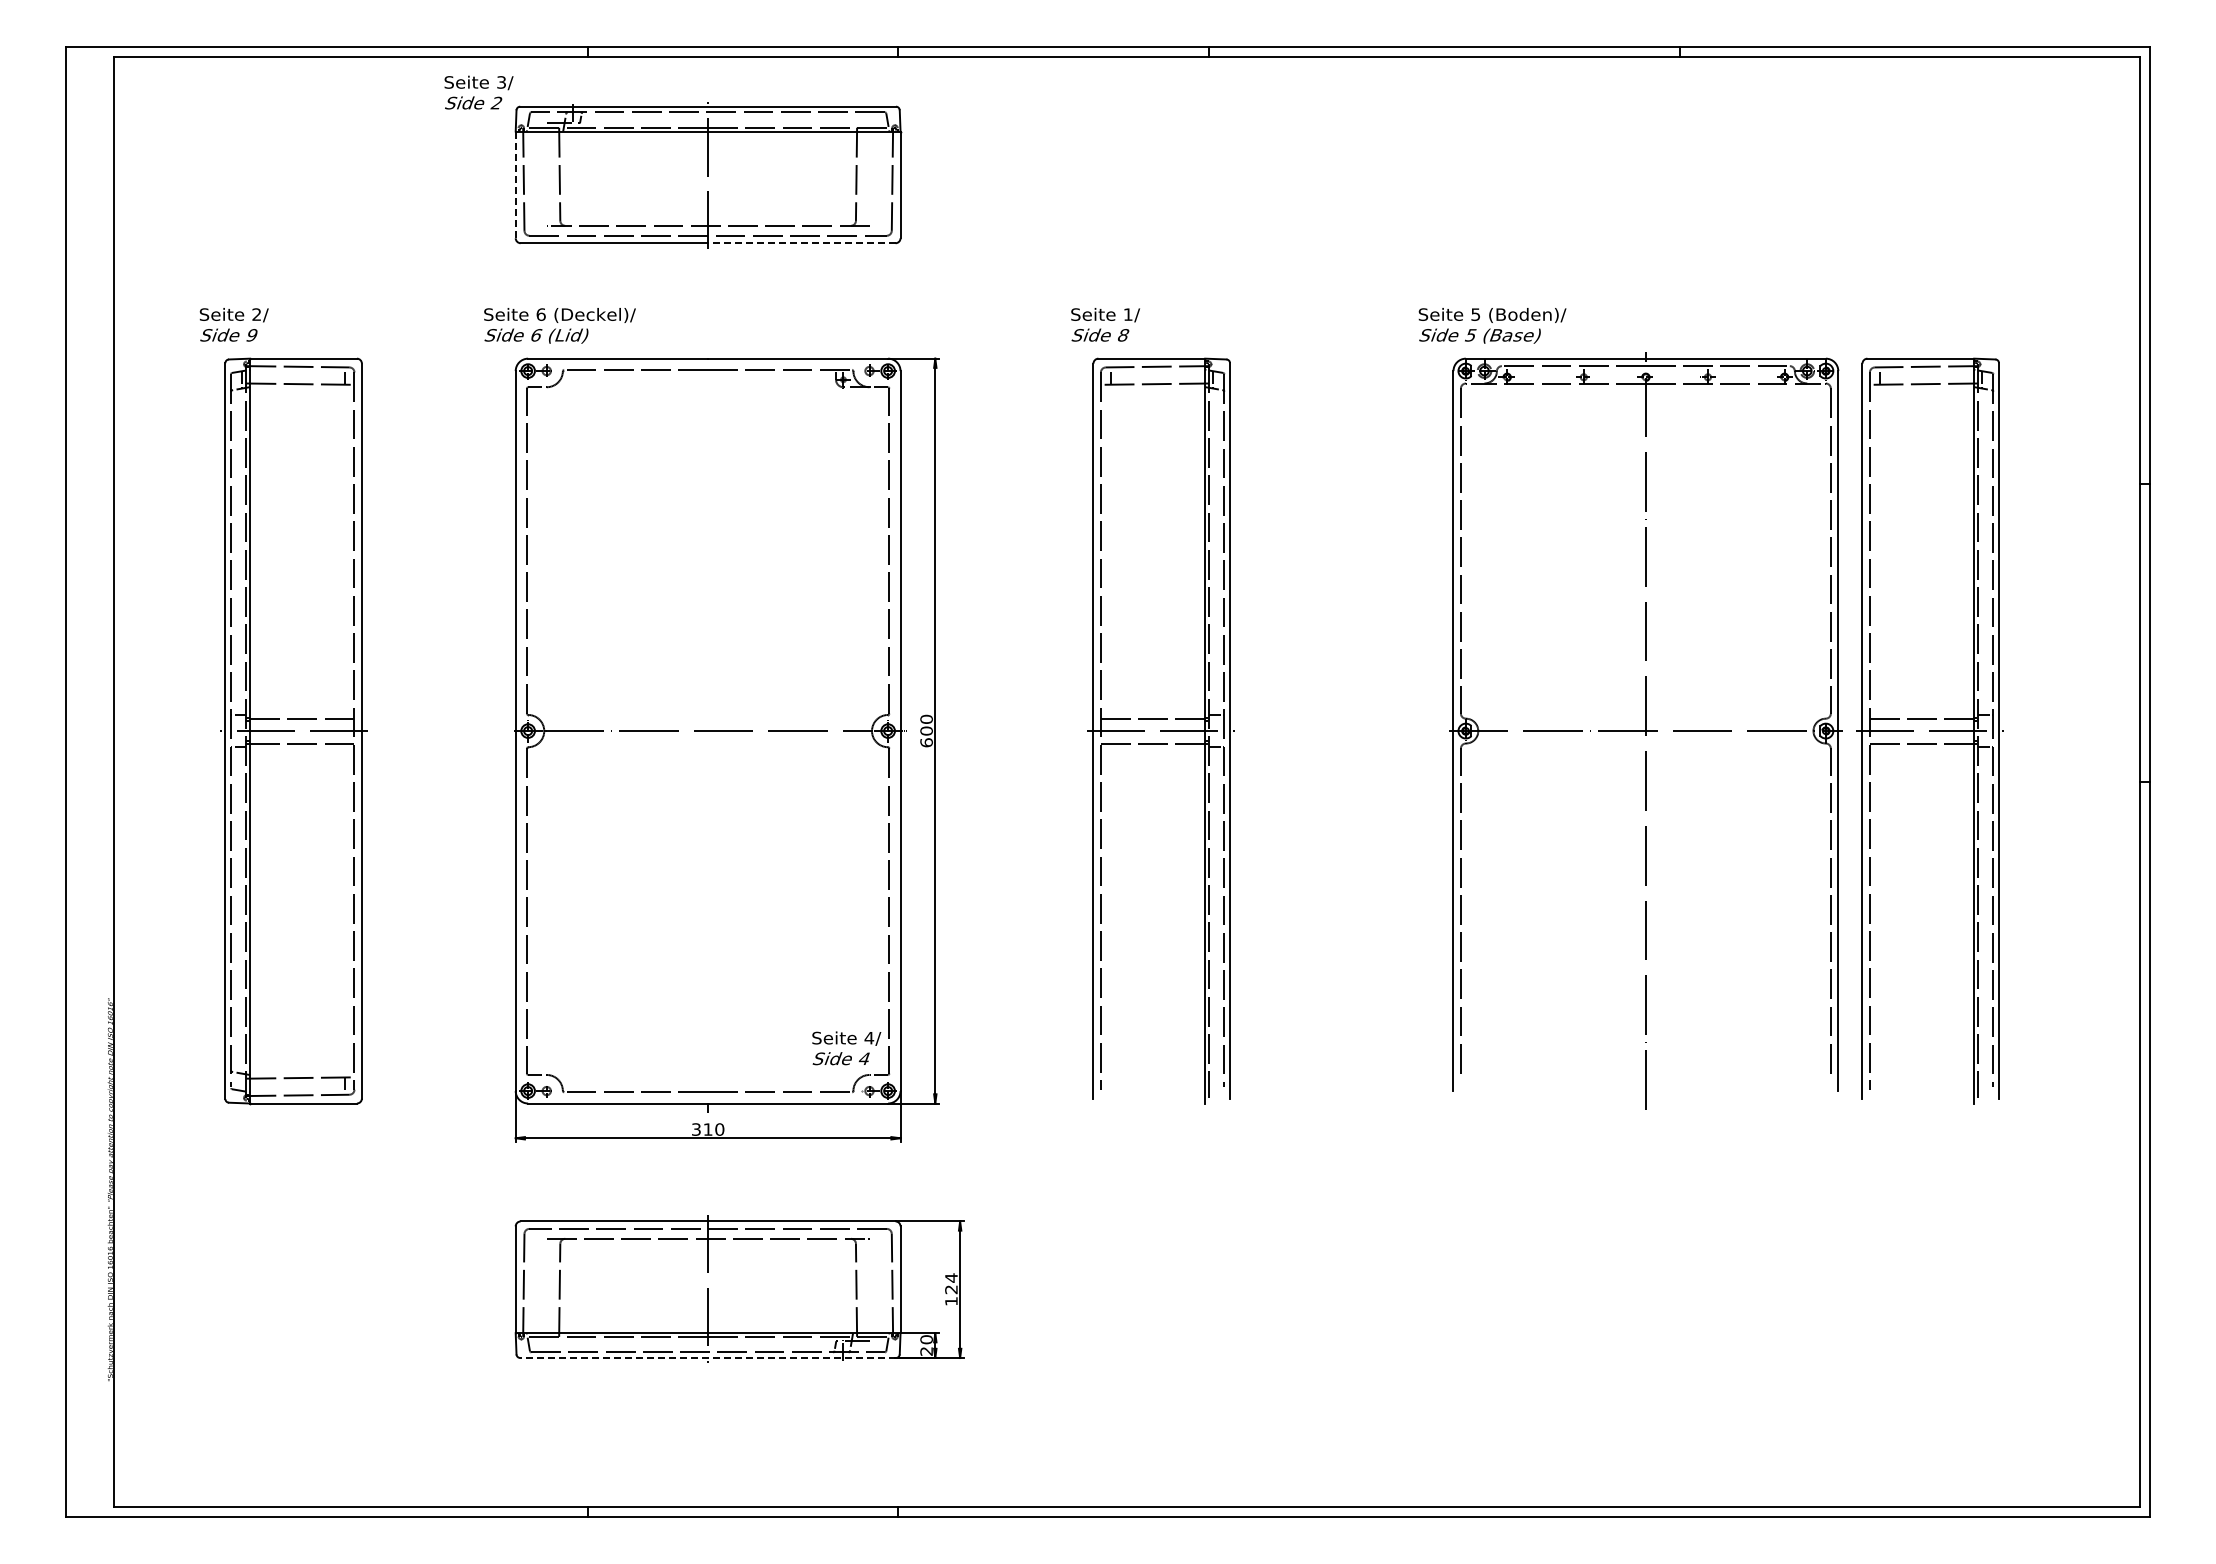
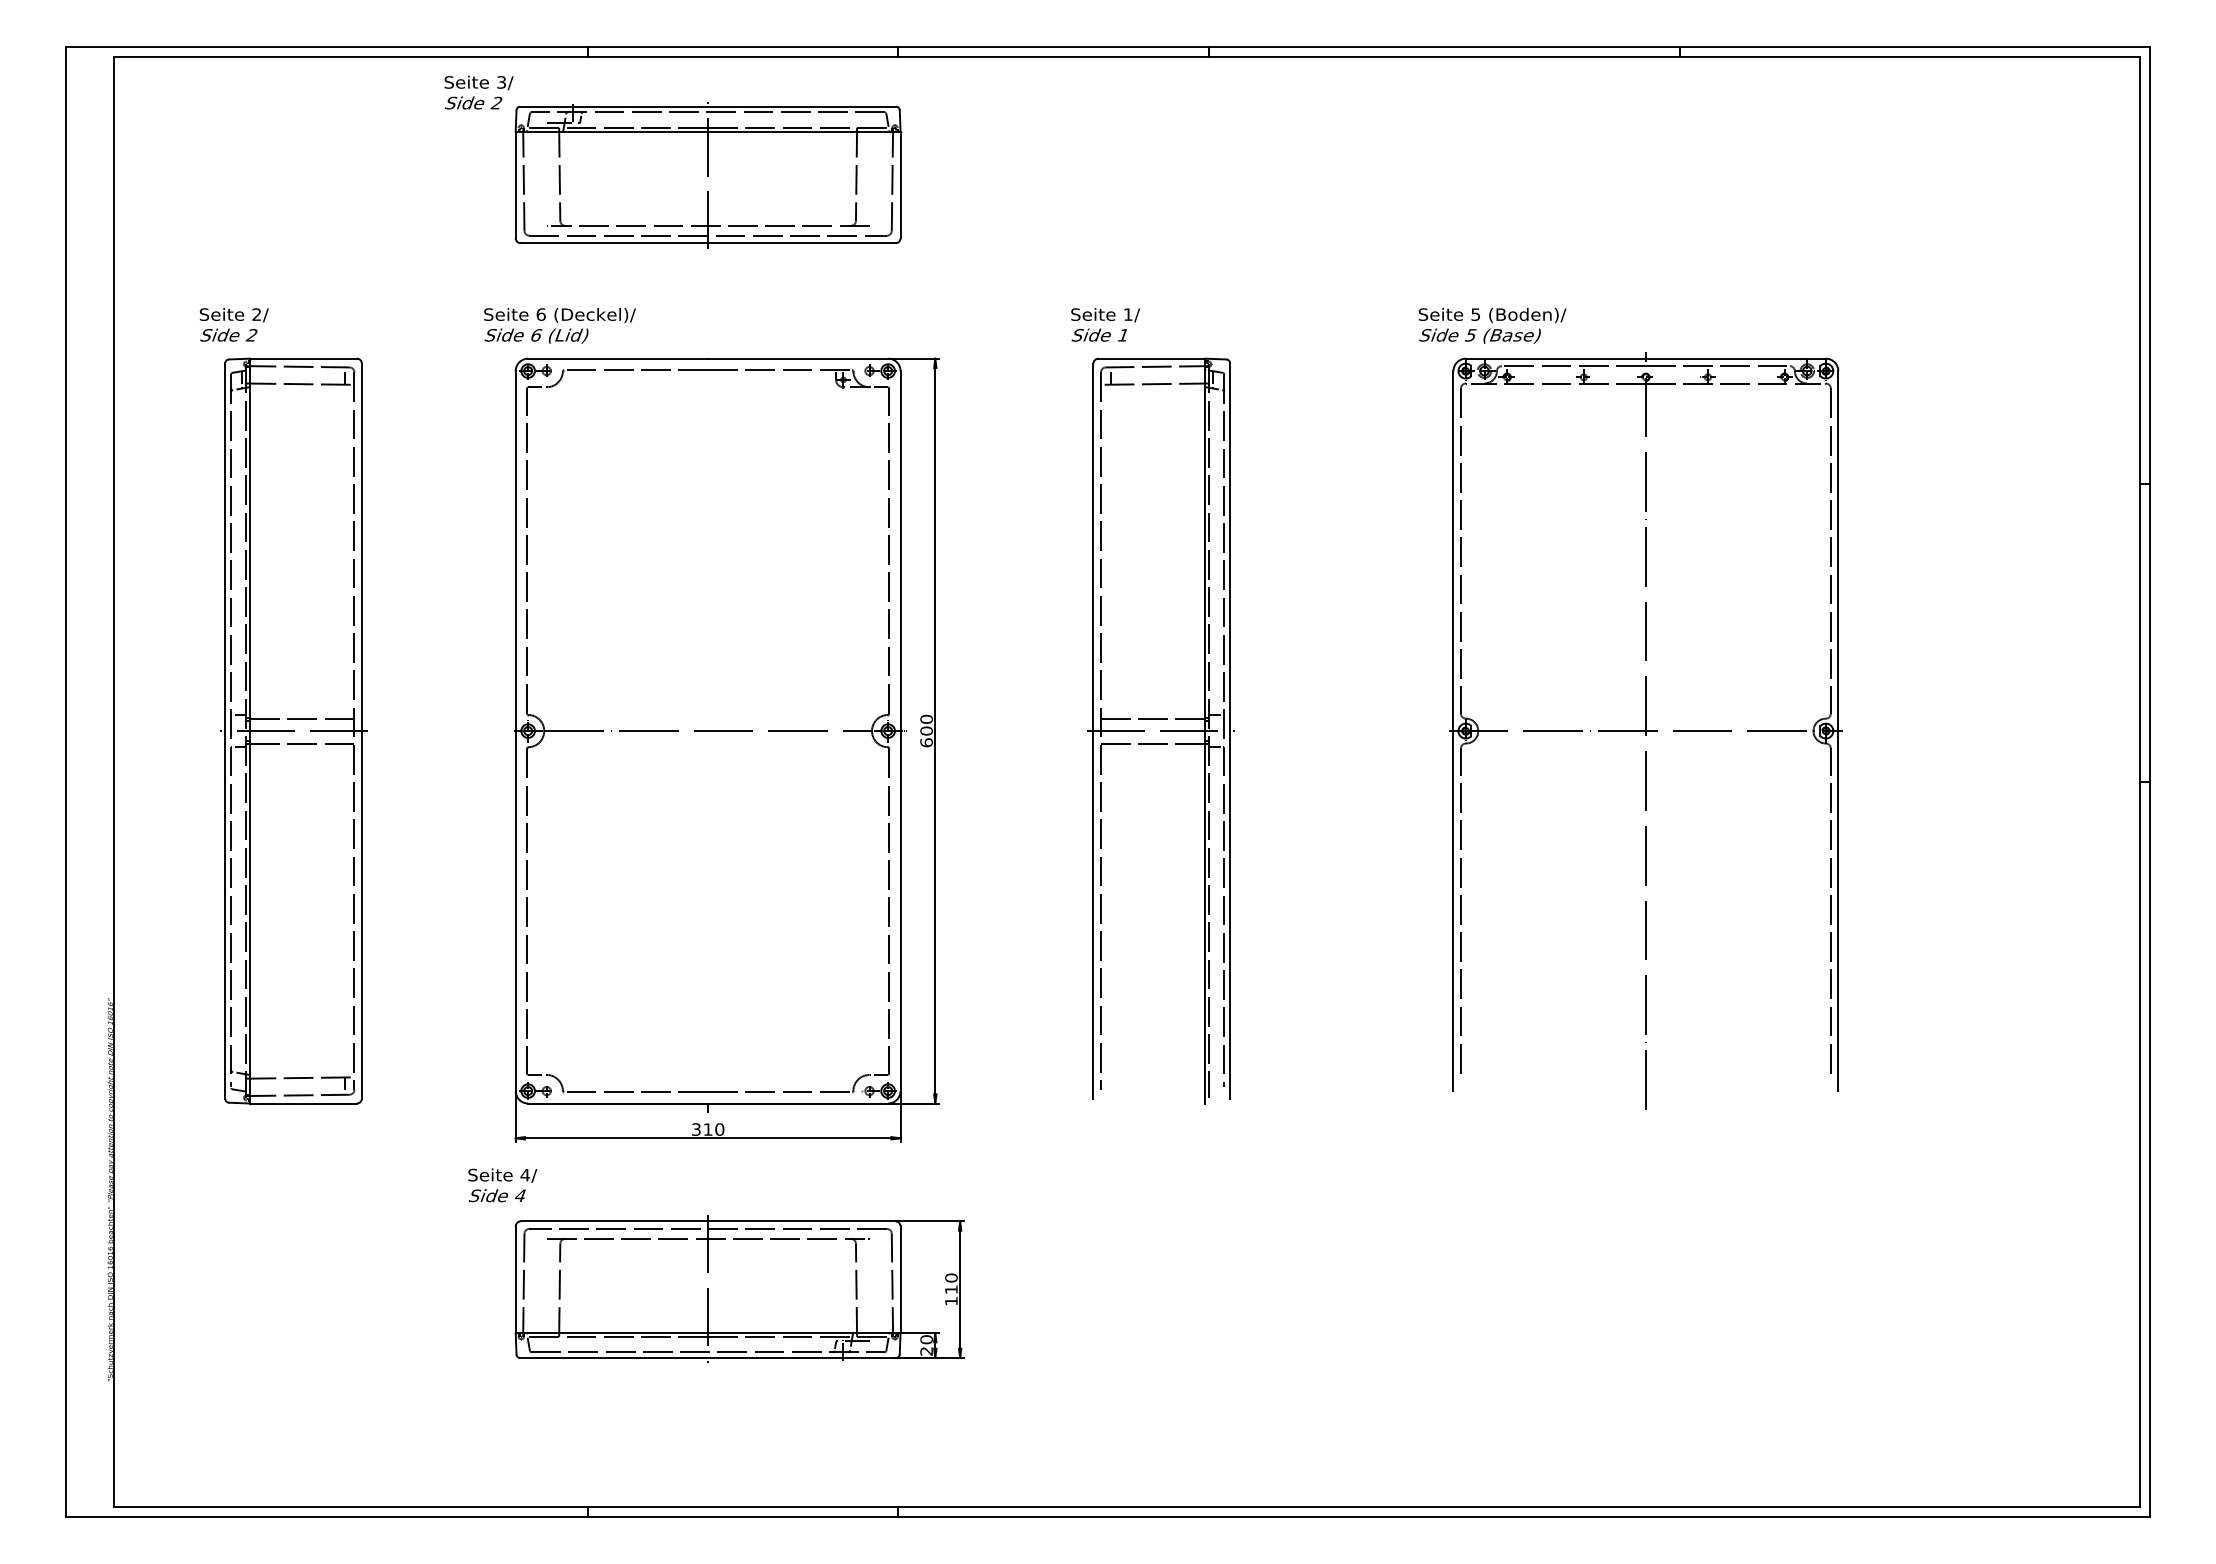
line at (515, 185): dashed -> solid
line at (801, 243): dashed -> solid
text at (251, 335): 9 -> 2
text at (1123, 335): 8 -> 1
part at (1929, 730): present -> none
text at (846, 1048) position: (846, 1048) -> (502, 1185)
text at (951, 1283): 124 -> 110
line at (708, 1358): dashed -> solid
